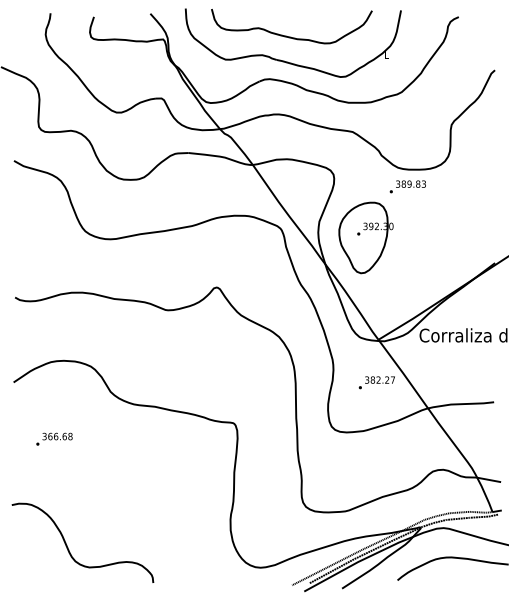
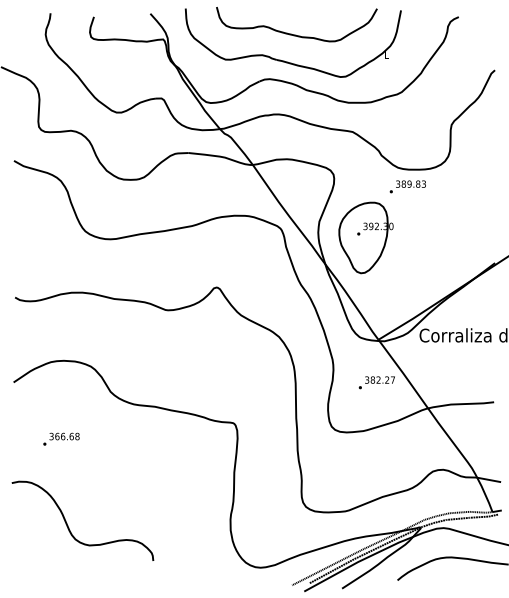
curve at (290, 36) position: (290, 36) -> (295, 34)
text at (54, 438) position: (54, 438) -> (61, 438)
curve at (69, 549) position: (69, 549) -> (69, 527)
